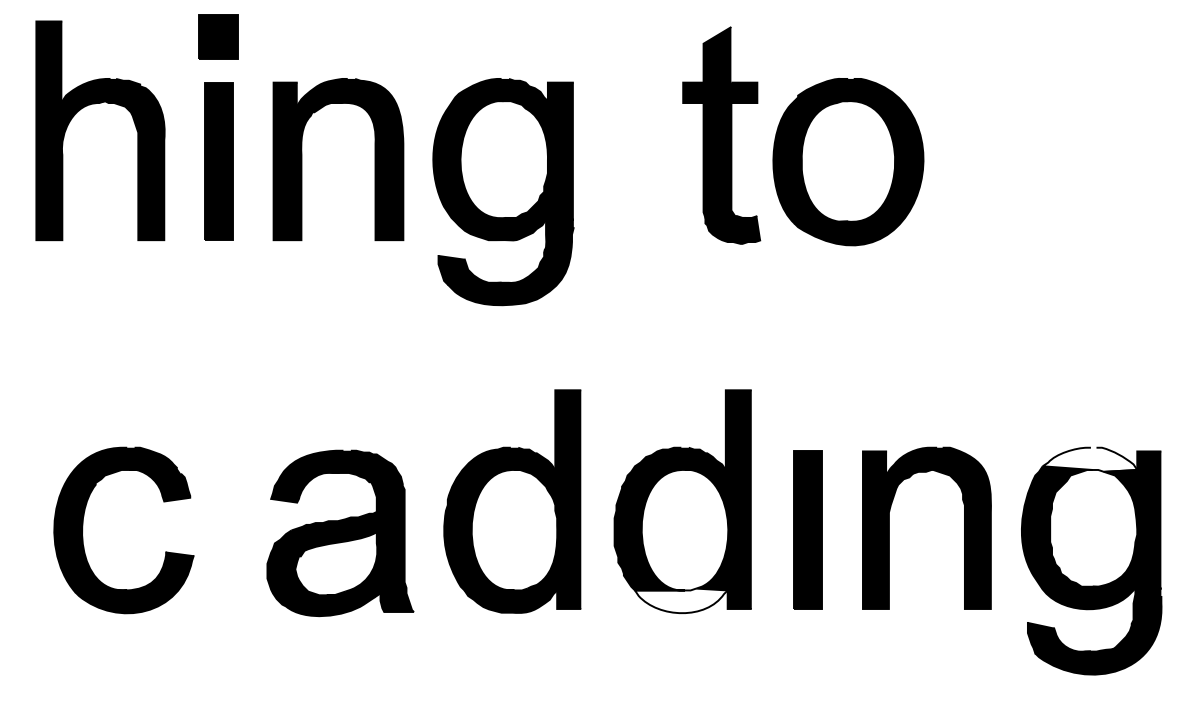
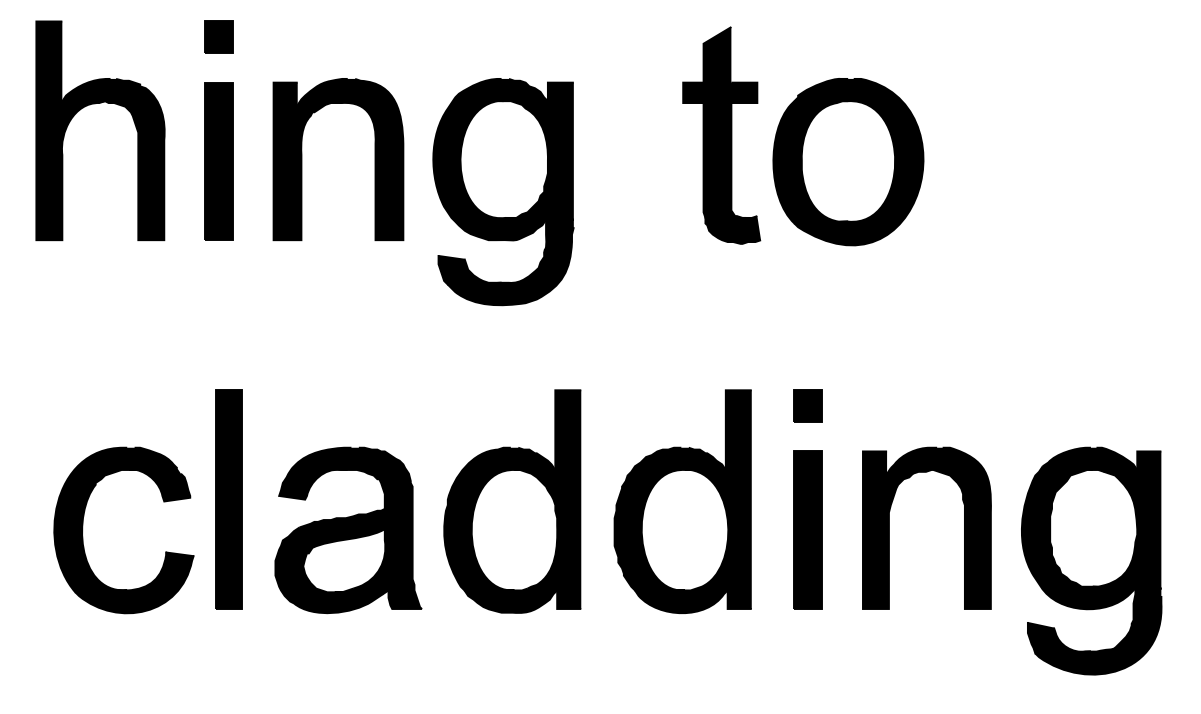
part at (218, 36) size: 41x46 px -> 30x34 px
part at (807, 405): none -> present
fill at (1089, 459): none -> present
part at (228, 499): none -> present
part at (340, 533) position: (340, 533) -> (348, 530)
fill at (681, 600): none -> present
